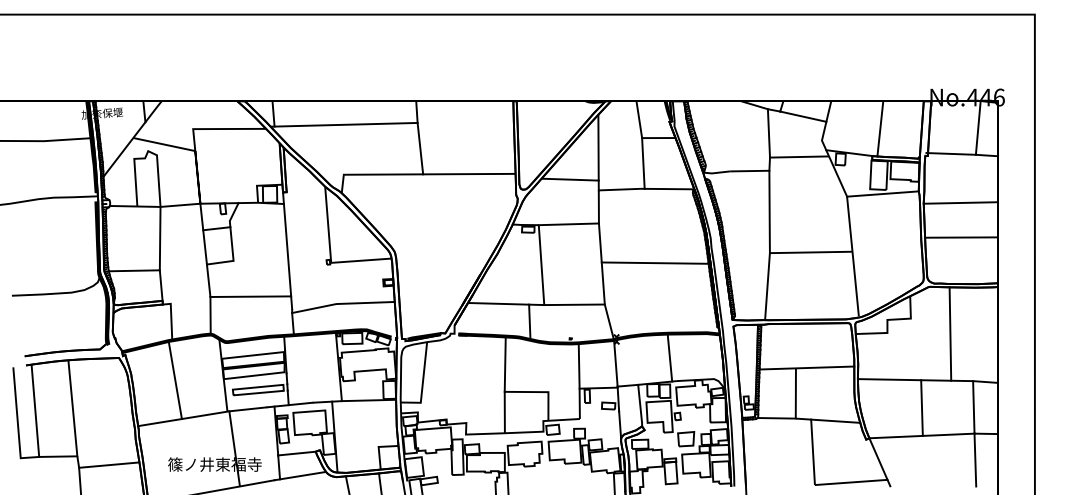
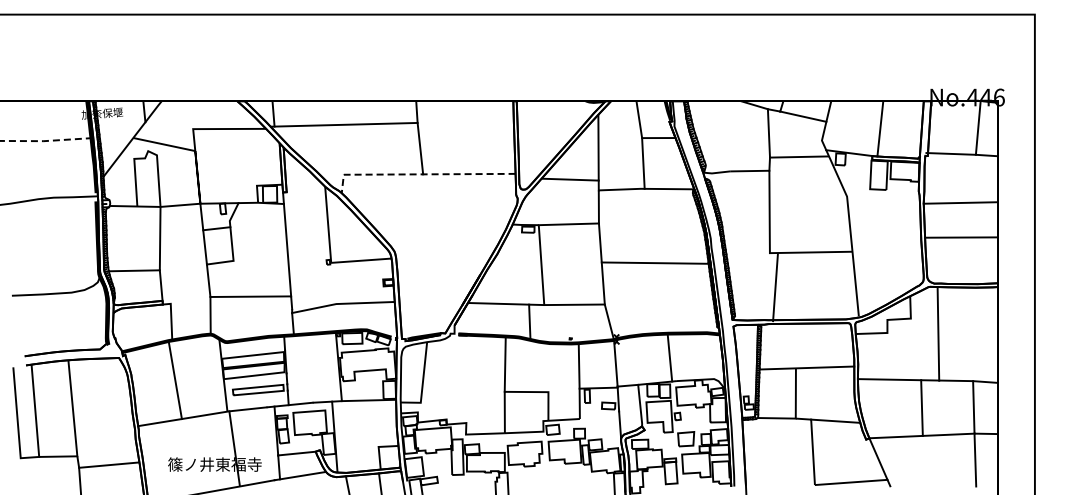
line at (44, 141): solid -> dashed
line at (419, 174): solid -> dashed
line at (882, 193): present -> none
line at (767, 286) position: (767, 286) -> (775, 287)
line at (950, 333) position: (950, 333) -> (938, 333)
